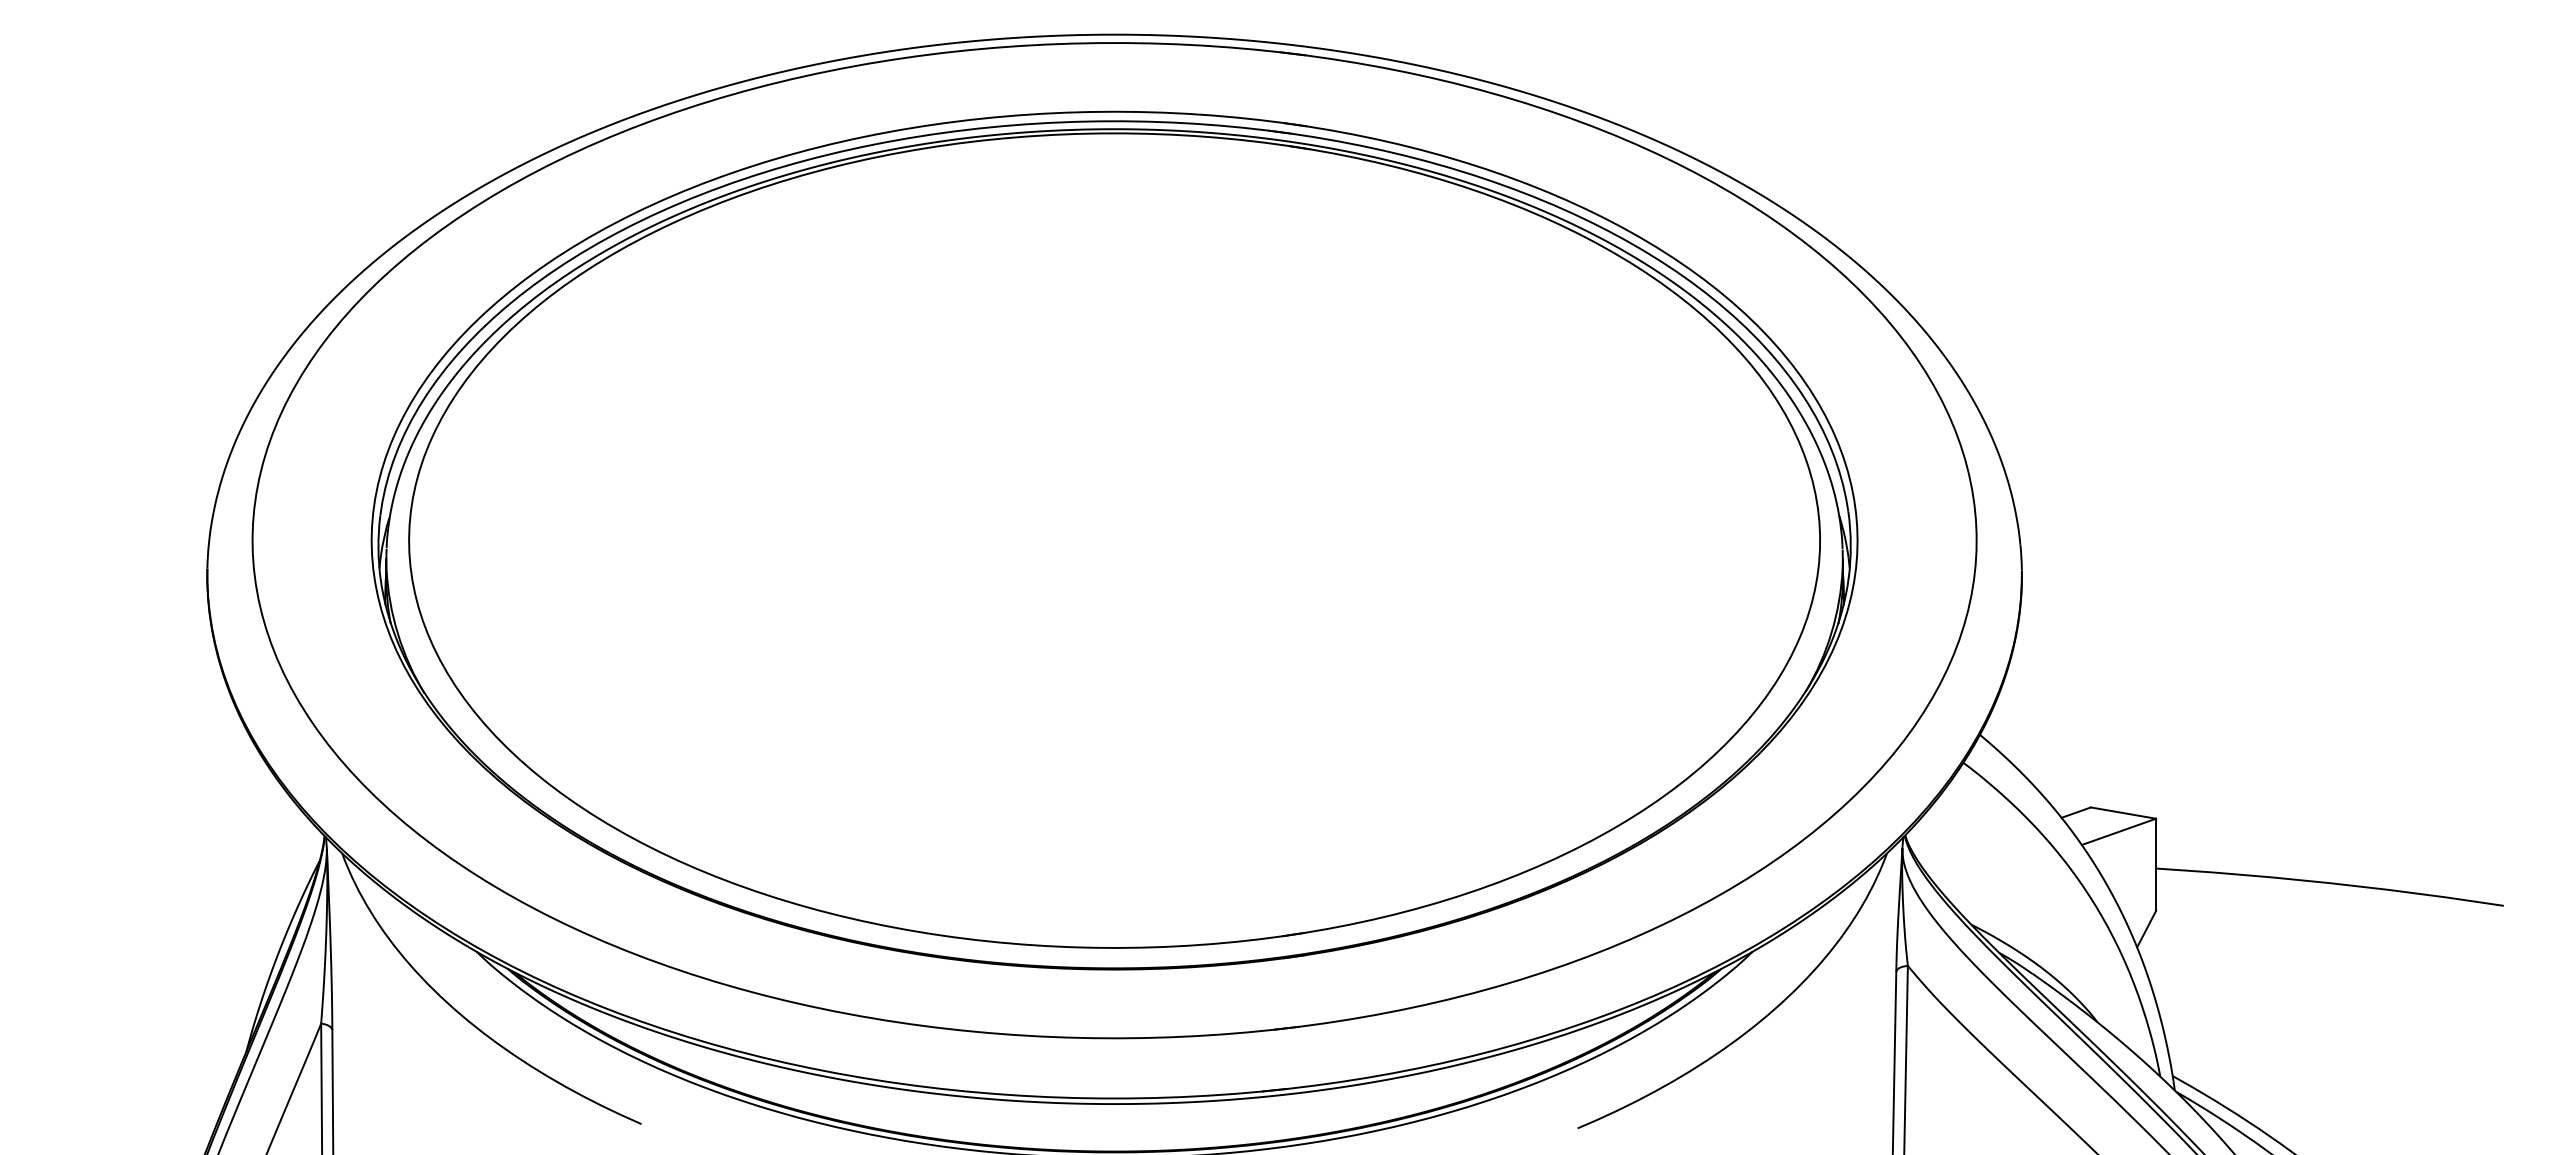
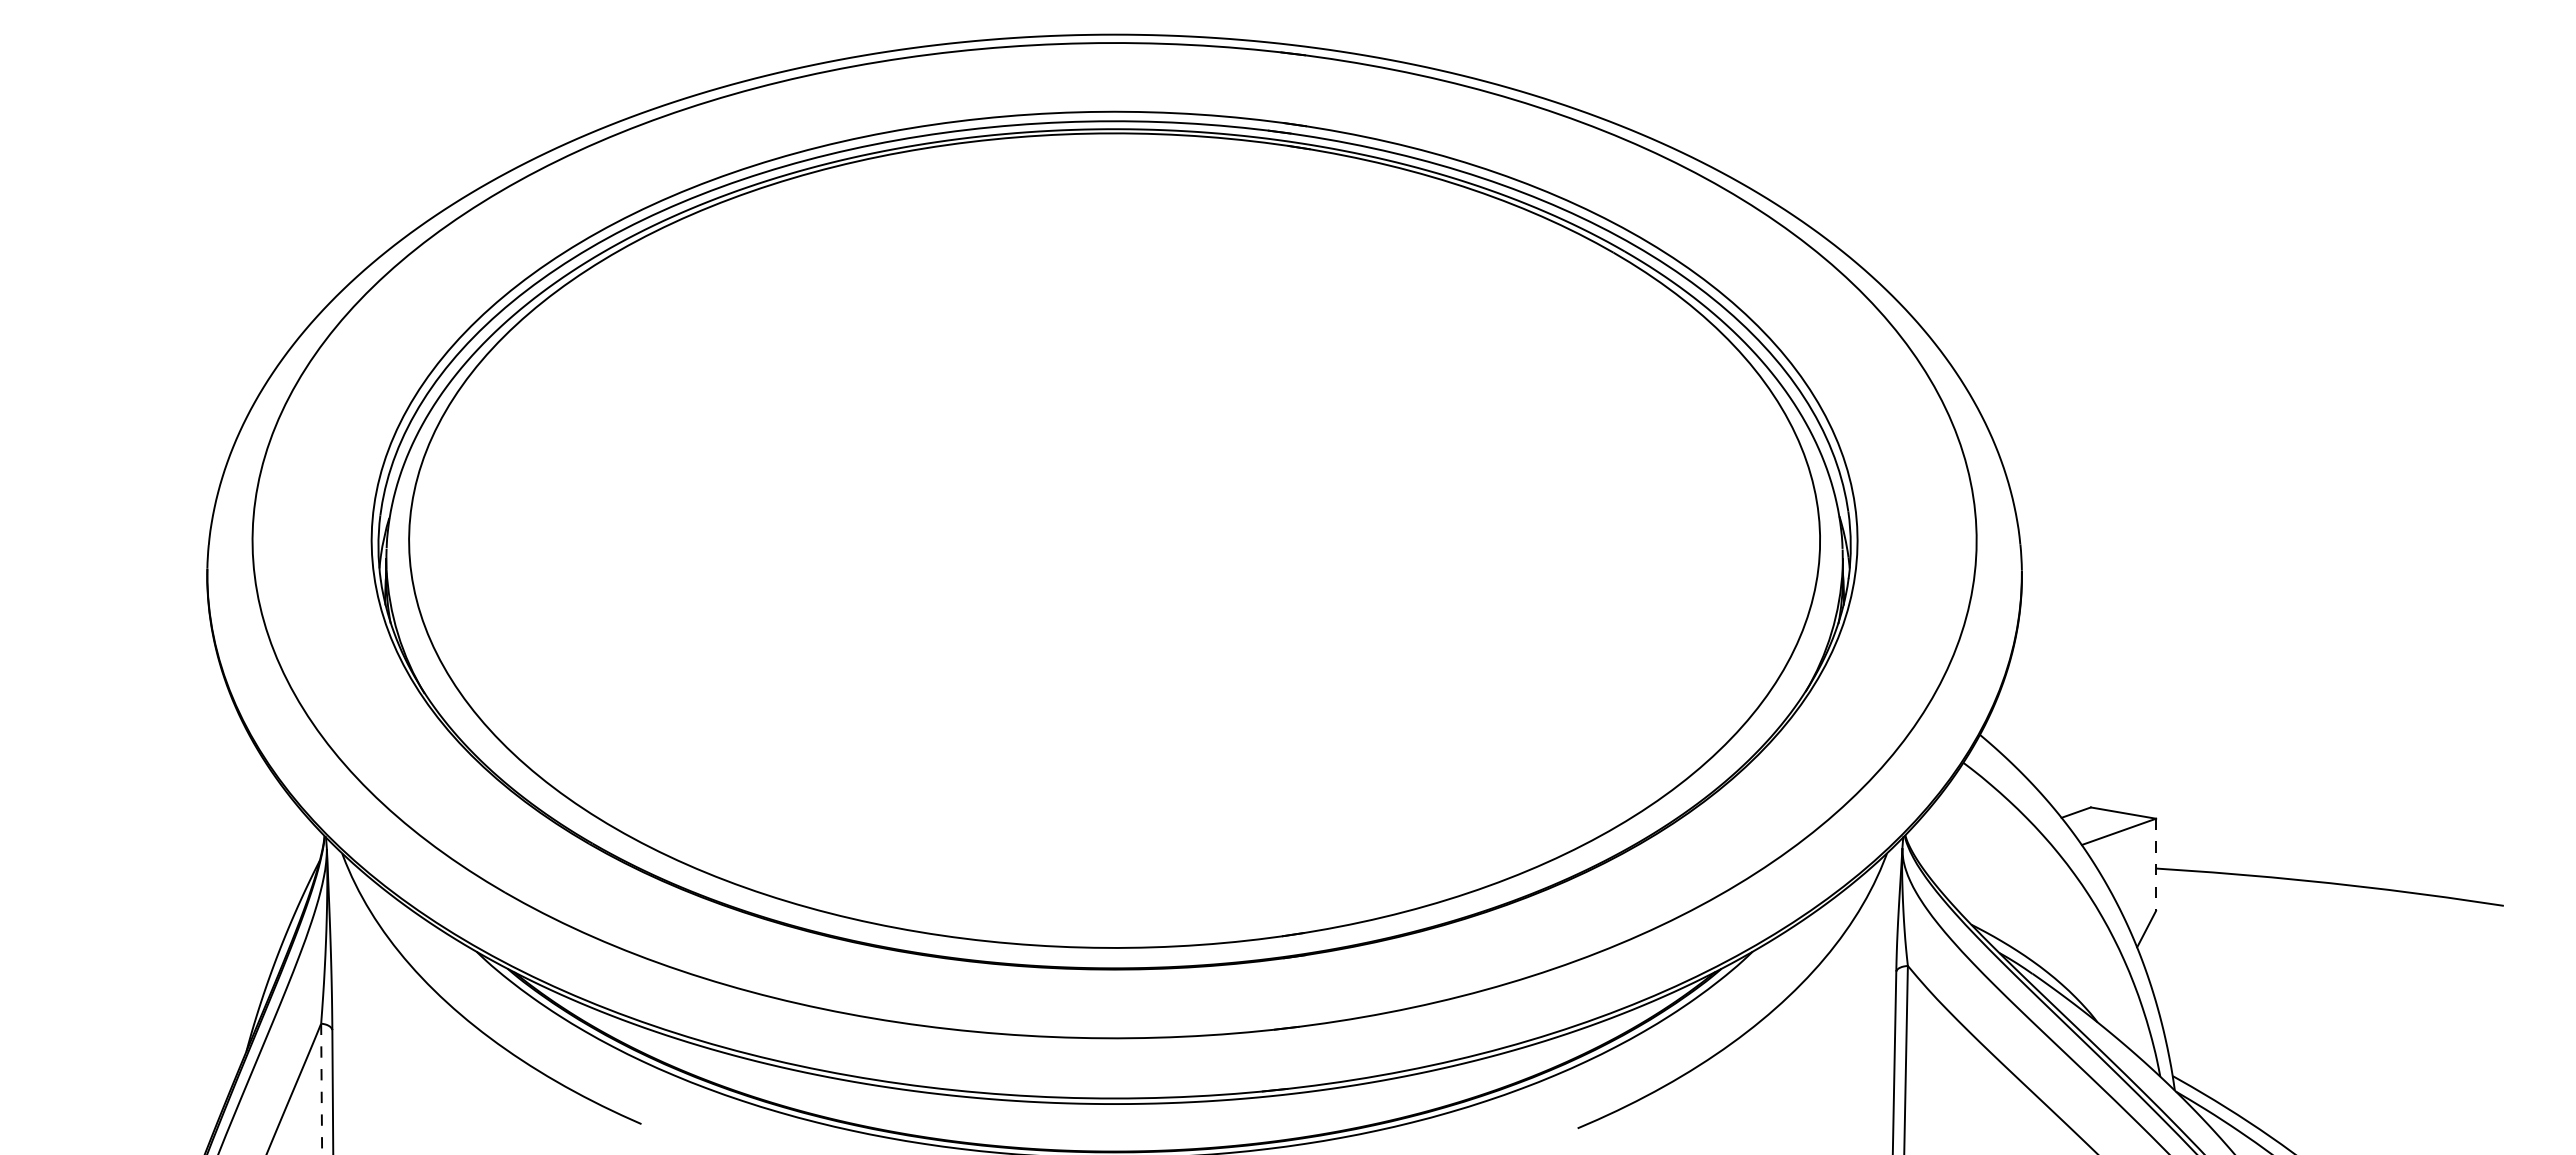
line at (2156, 865): solid -> dashed
line at (321, 1089): solid -> dashed
